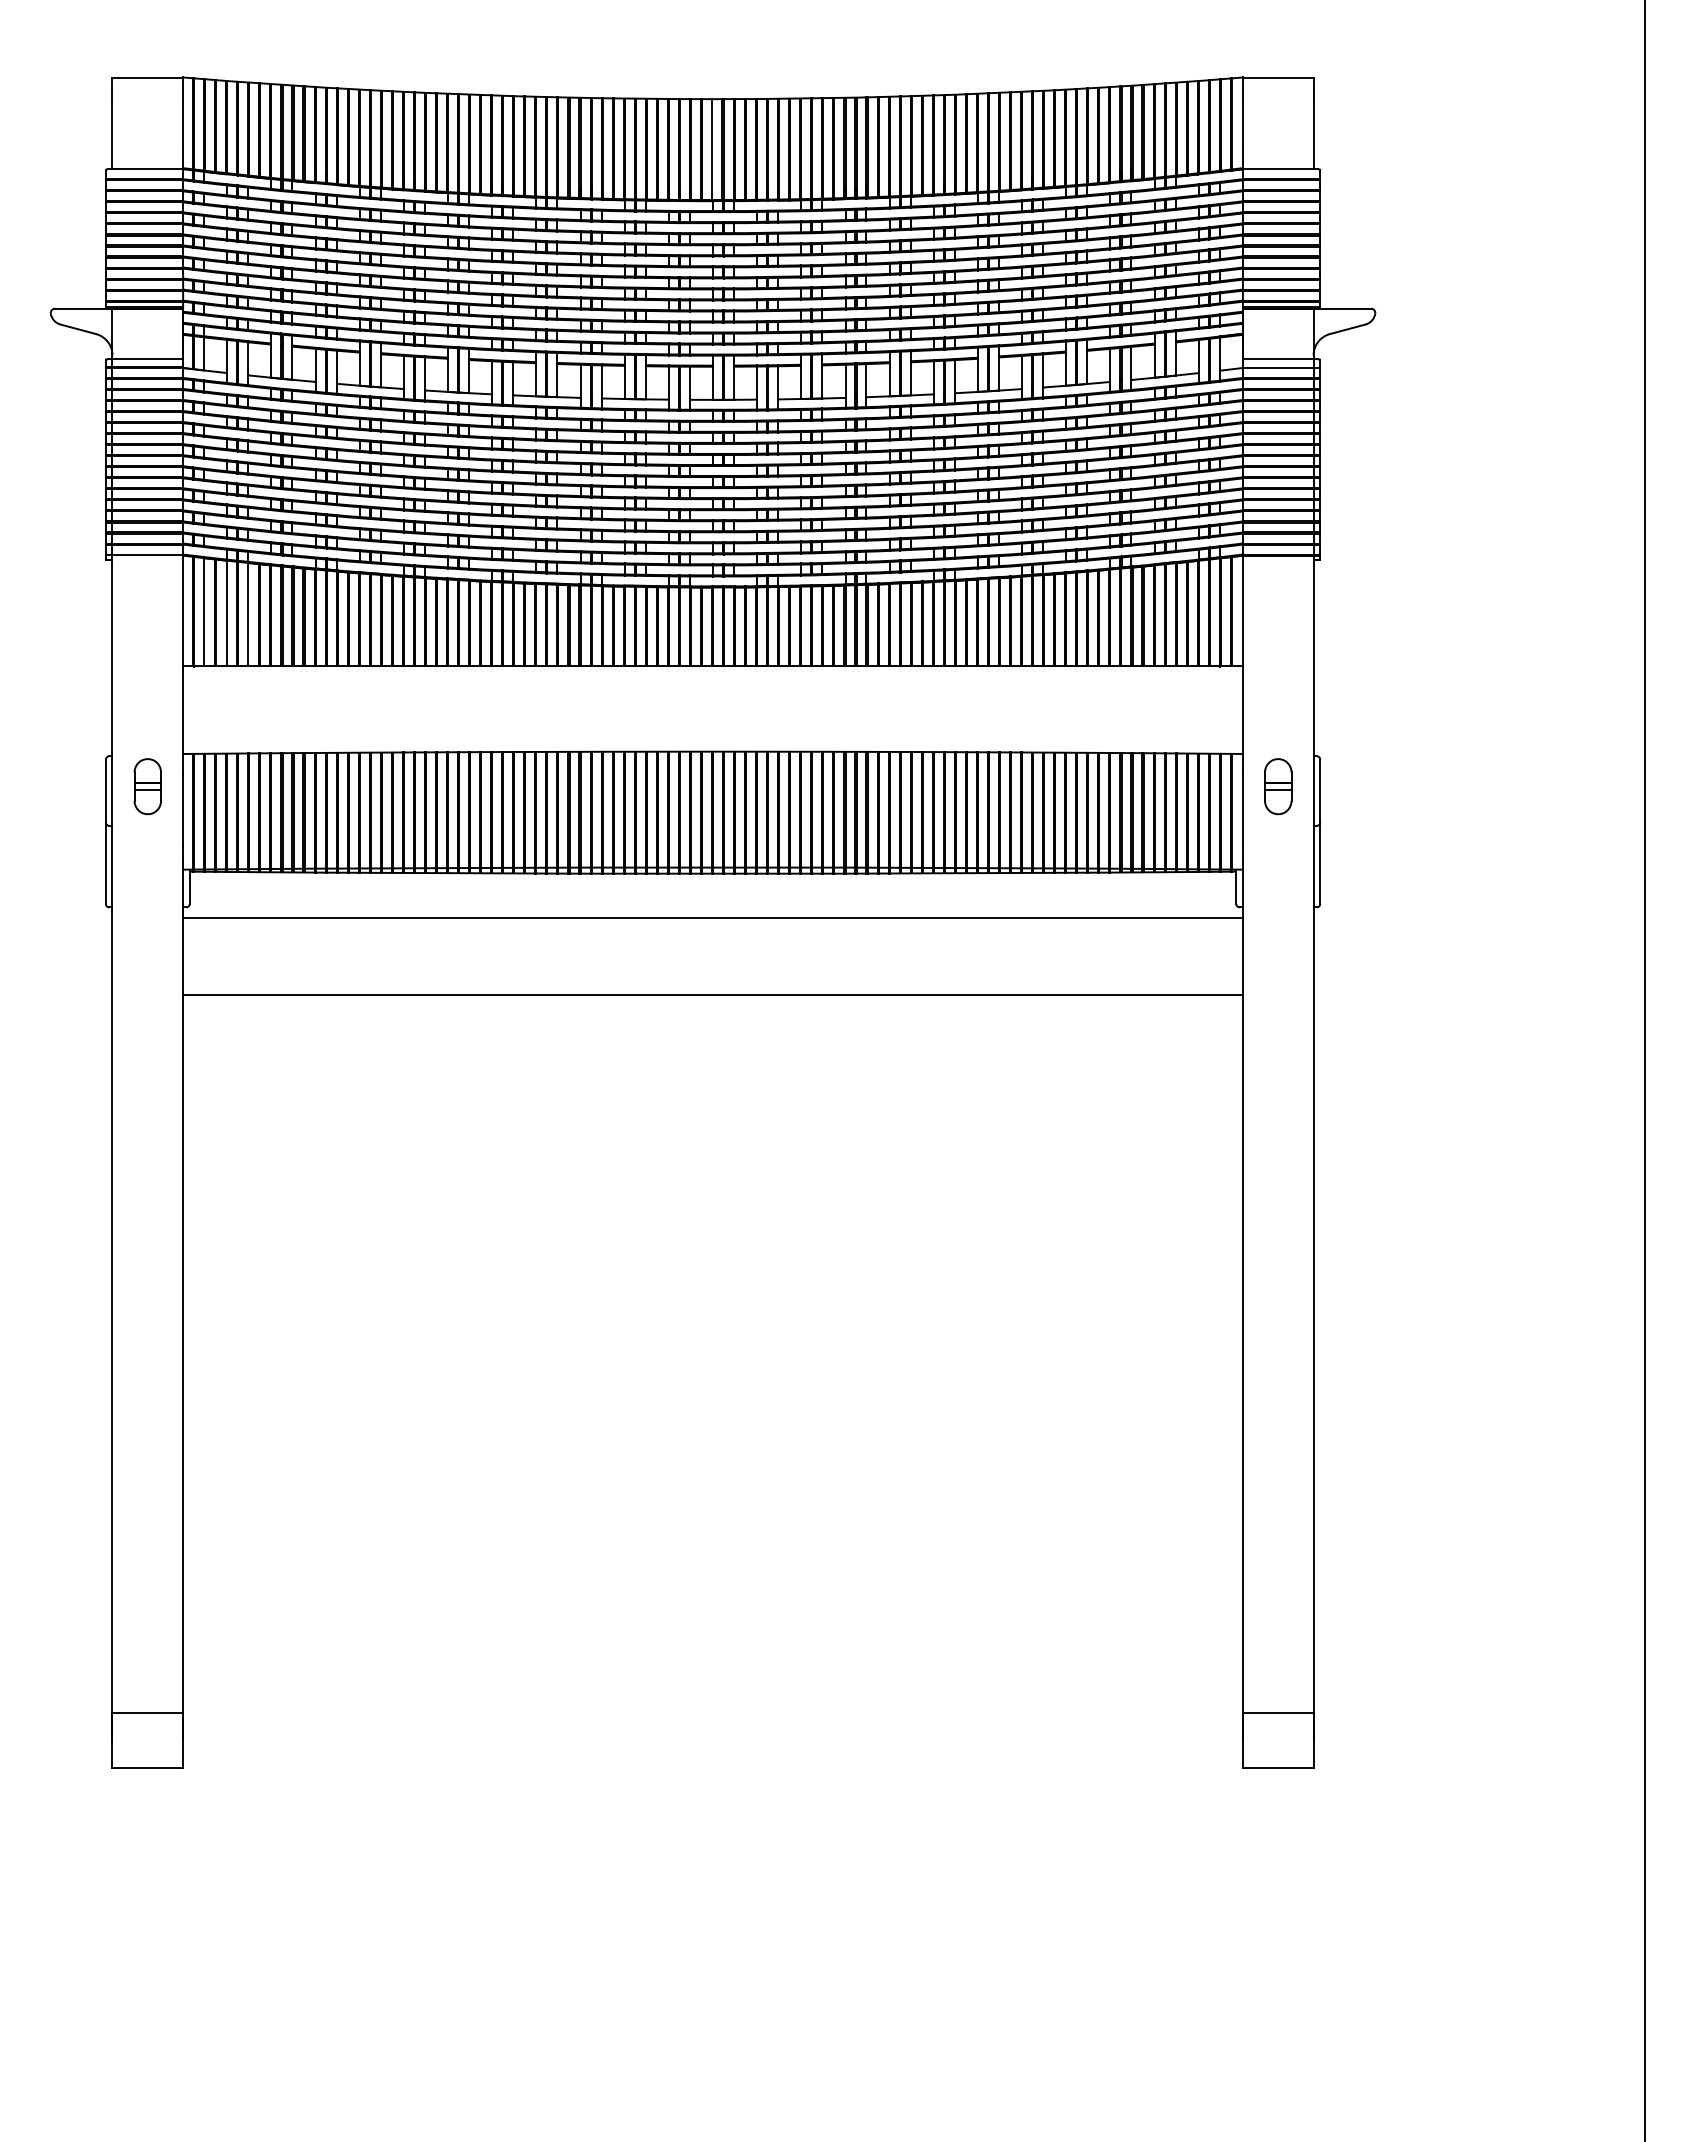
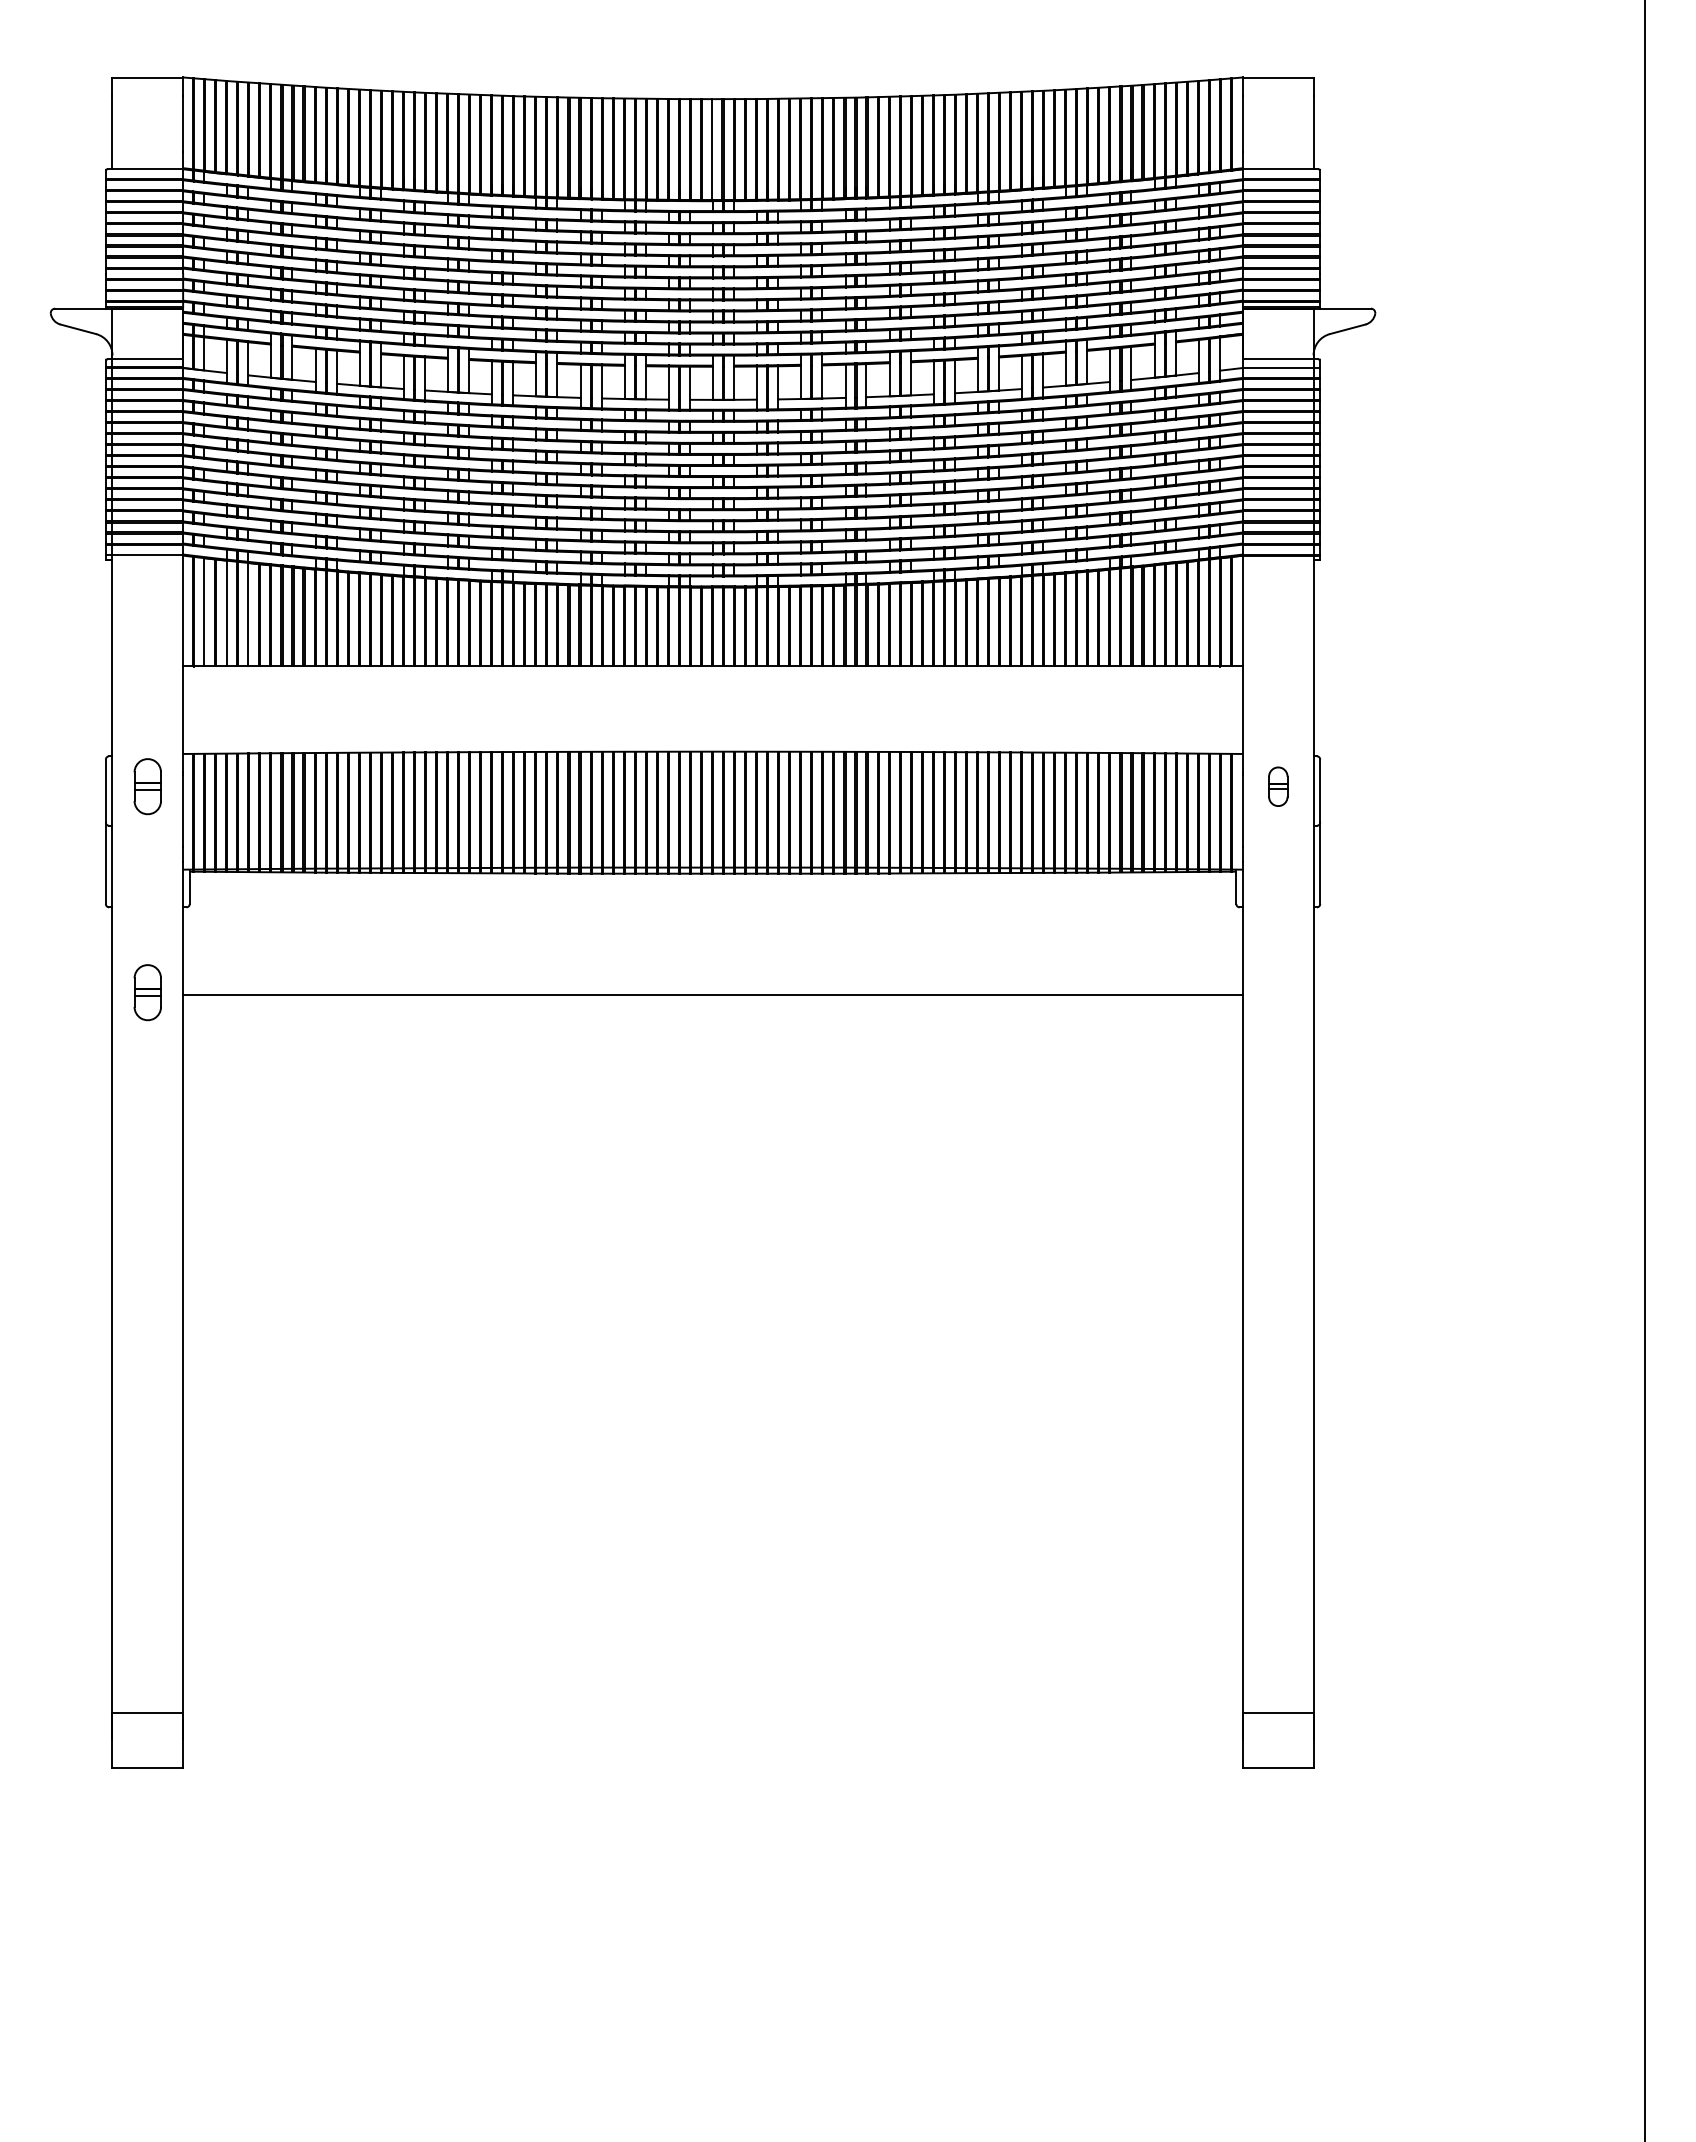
part at (1278, 786) size: 29x58 px -> 21x41 px
line at (712, 918): present -> none
part at (147, 992): none -> present
